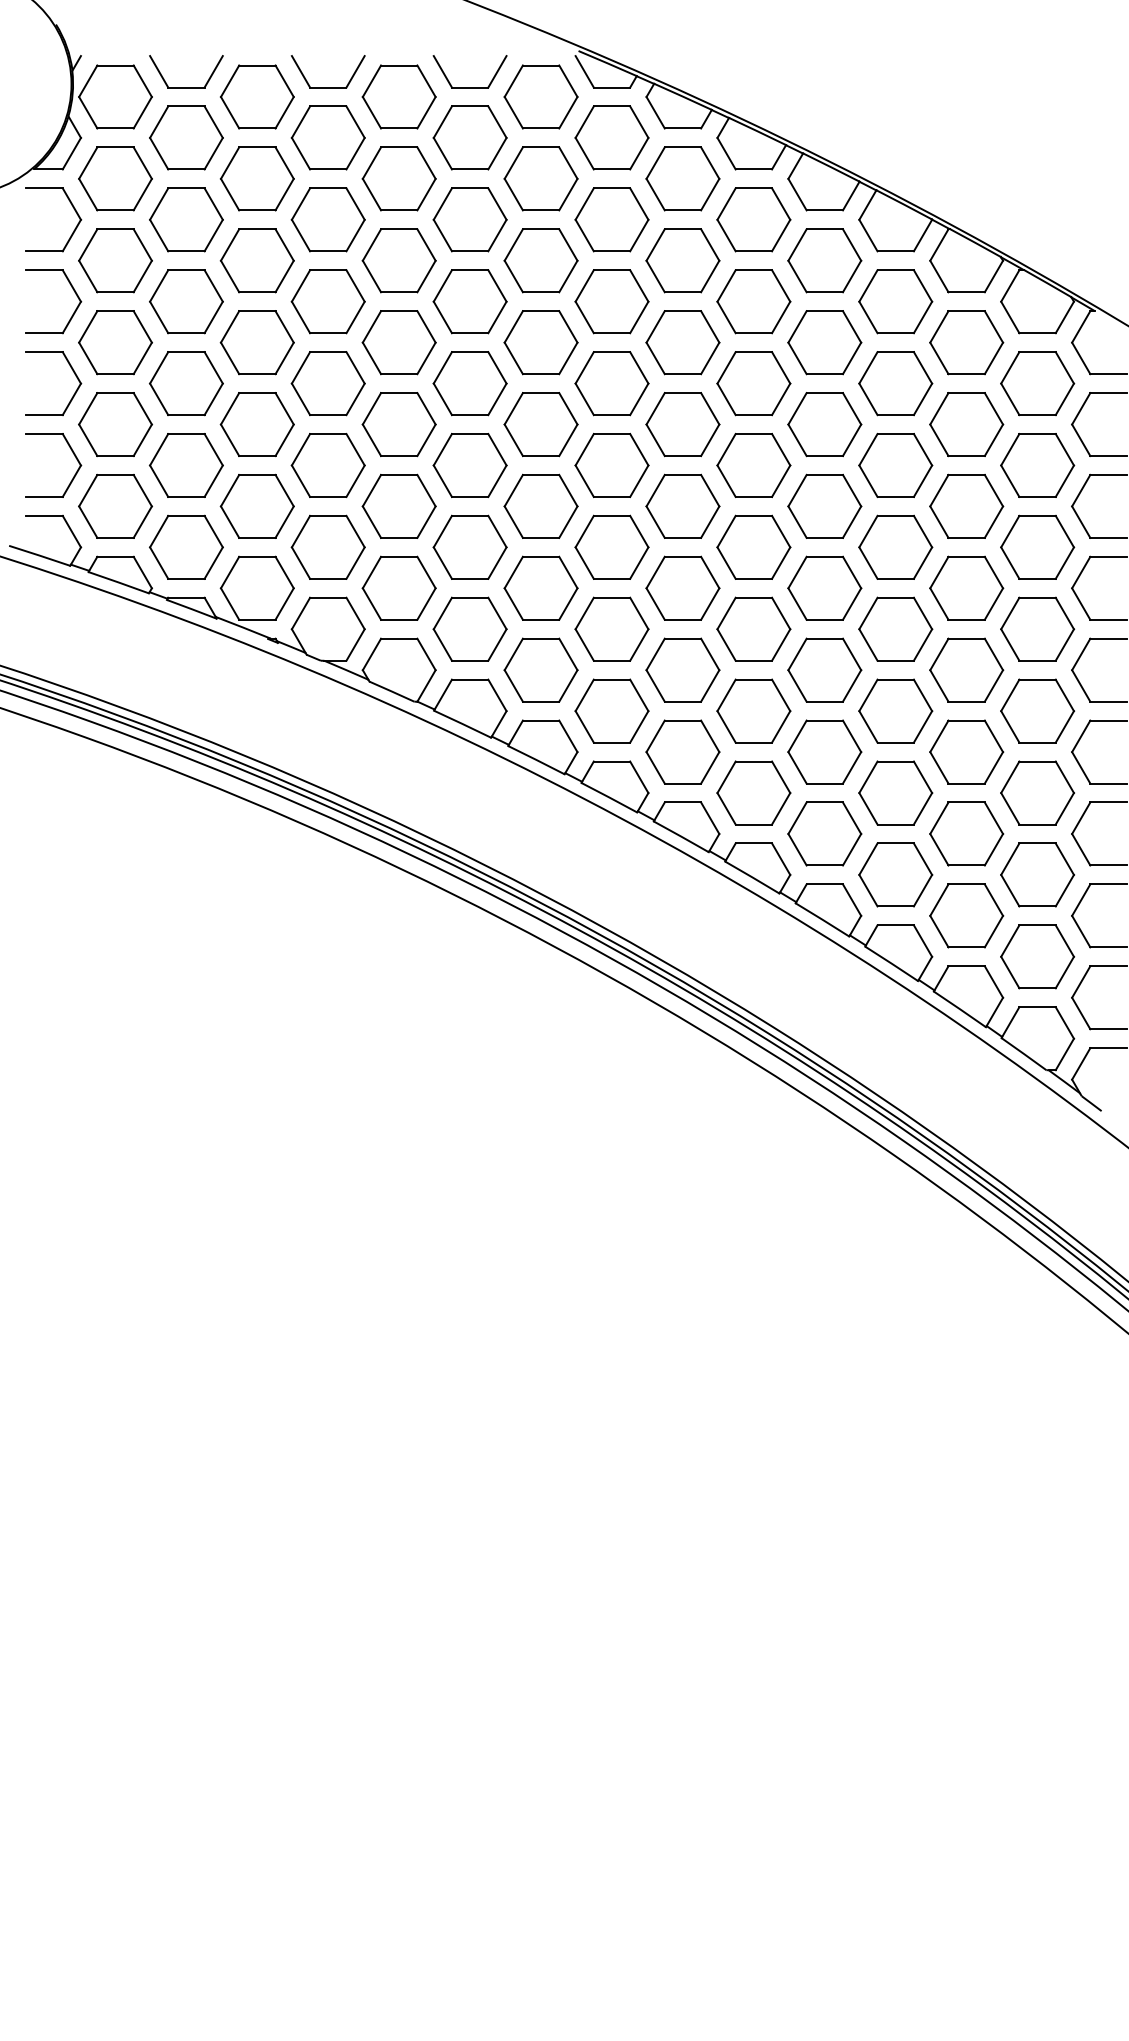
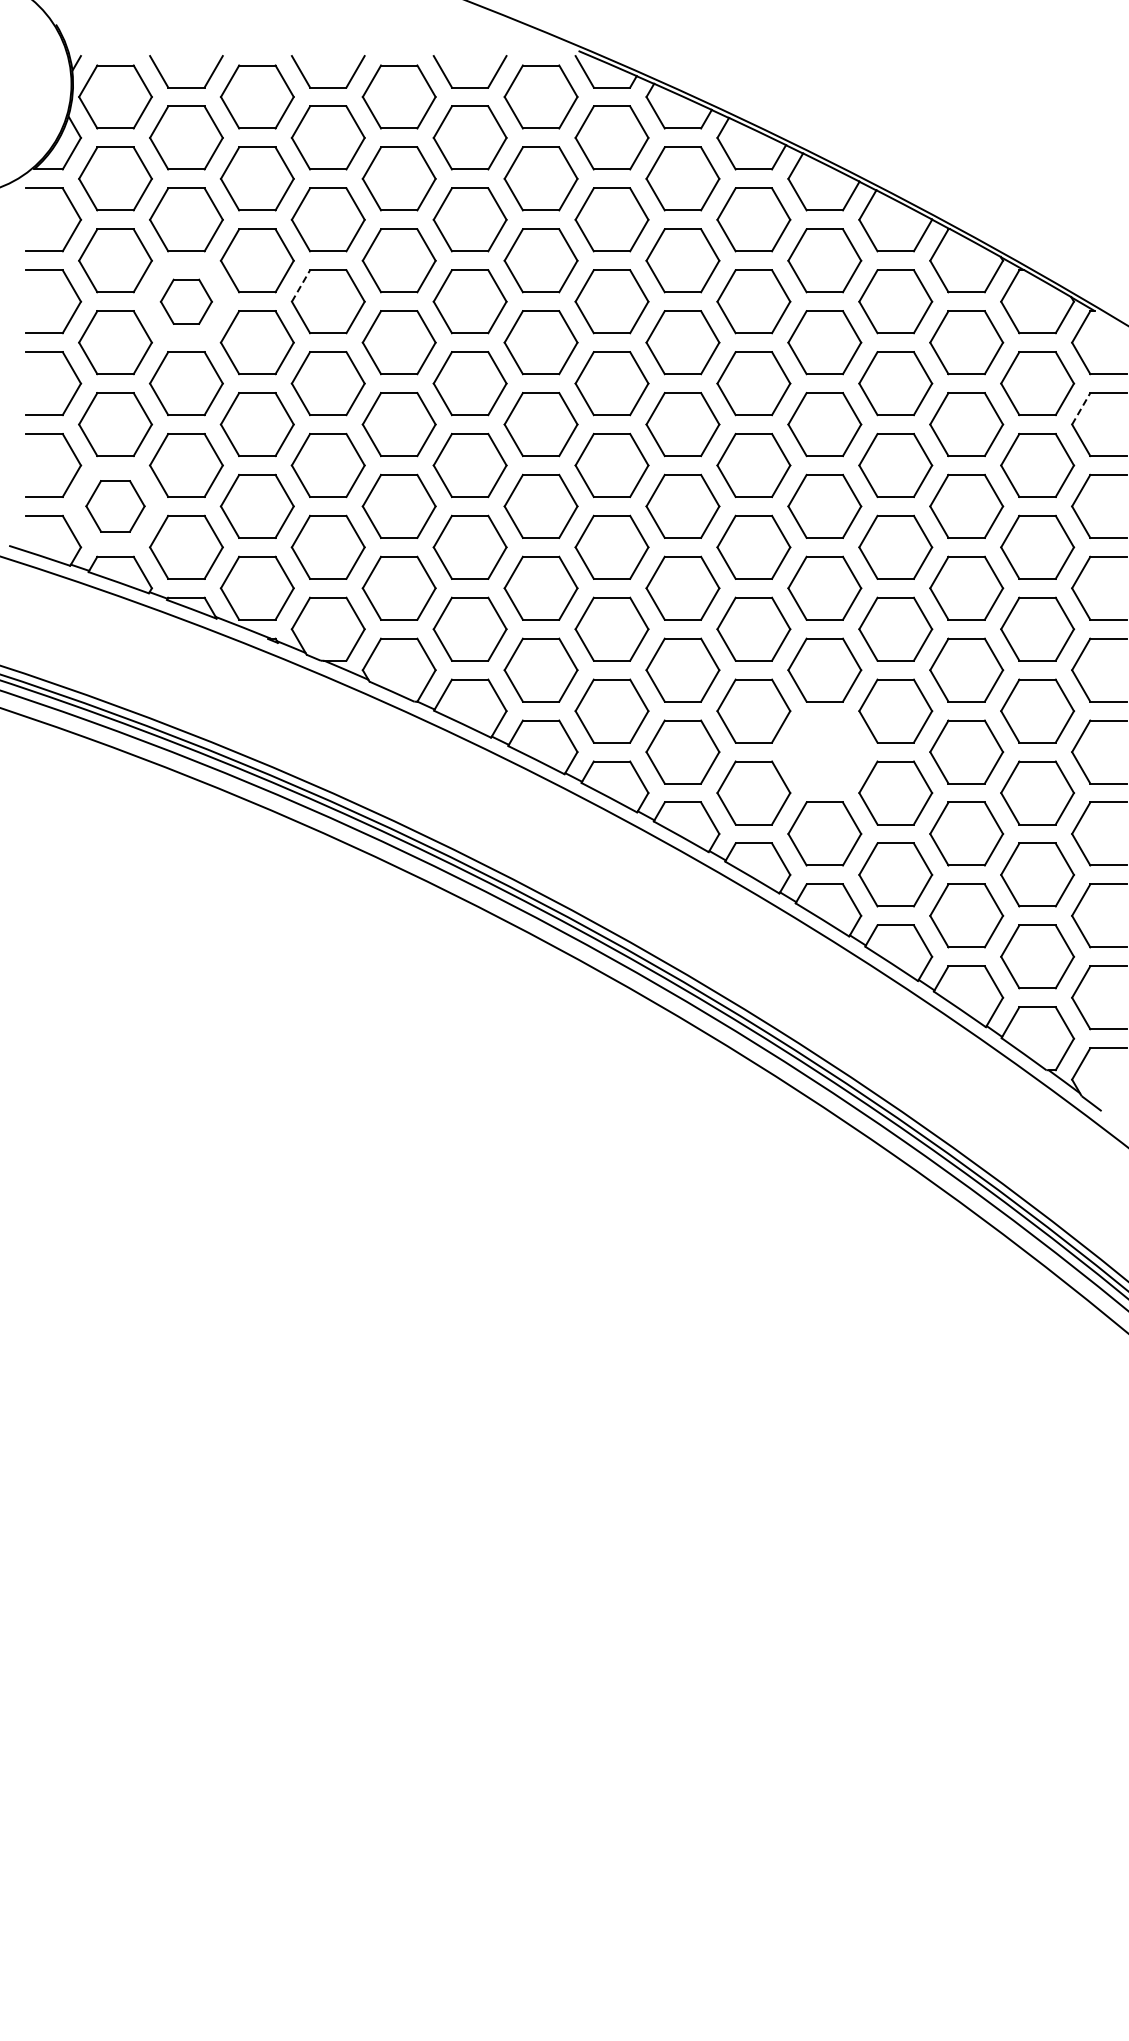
line at (301, 285): solid -> dashed
part at (186, 301) size: 75x66 px -> 54x47 px
line at (1081, 408): solid -> dashed
part at (115, 505) size: 75x66 px -> 61x53 px
part at (824, 751): present -> none
